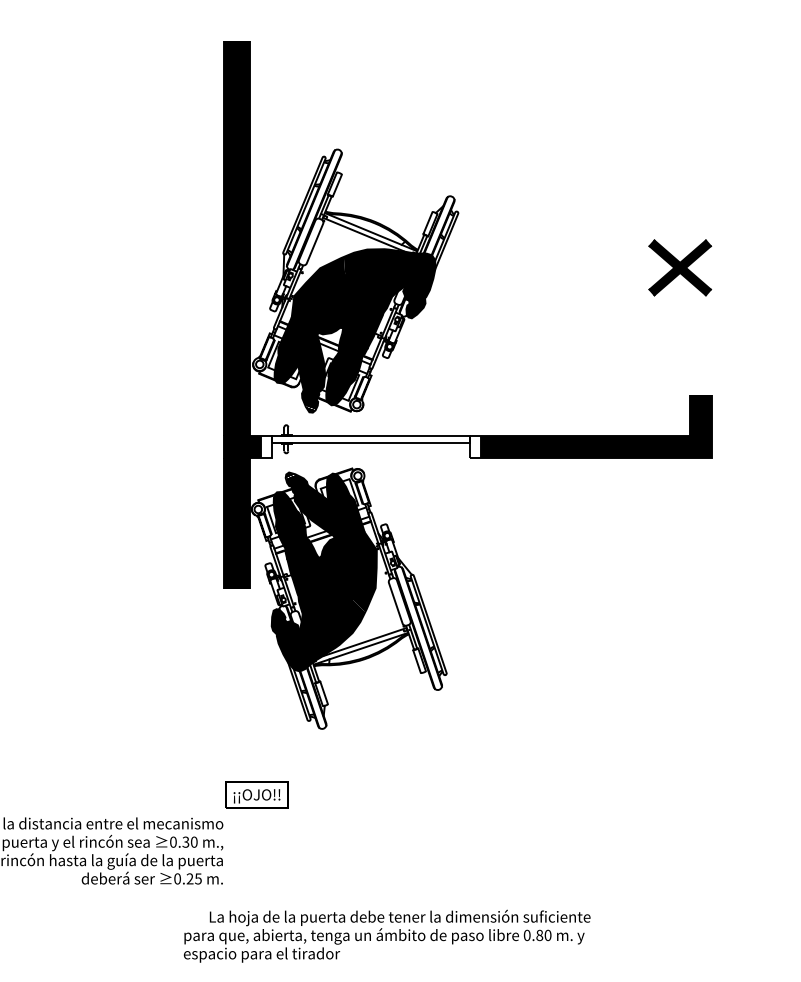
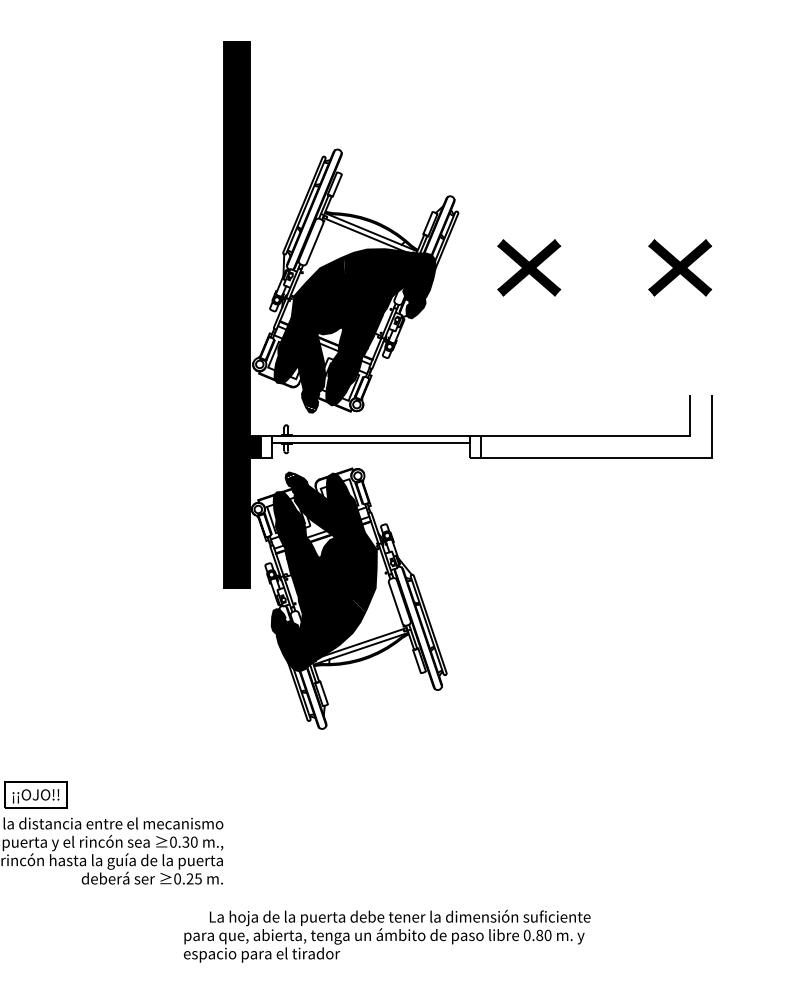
part at (529, 267): none -> present
fill at (596, 426): present -> none
text at (256, 794) position: (256, 794) -> (35, 794)
